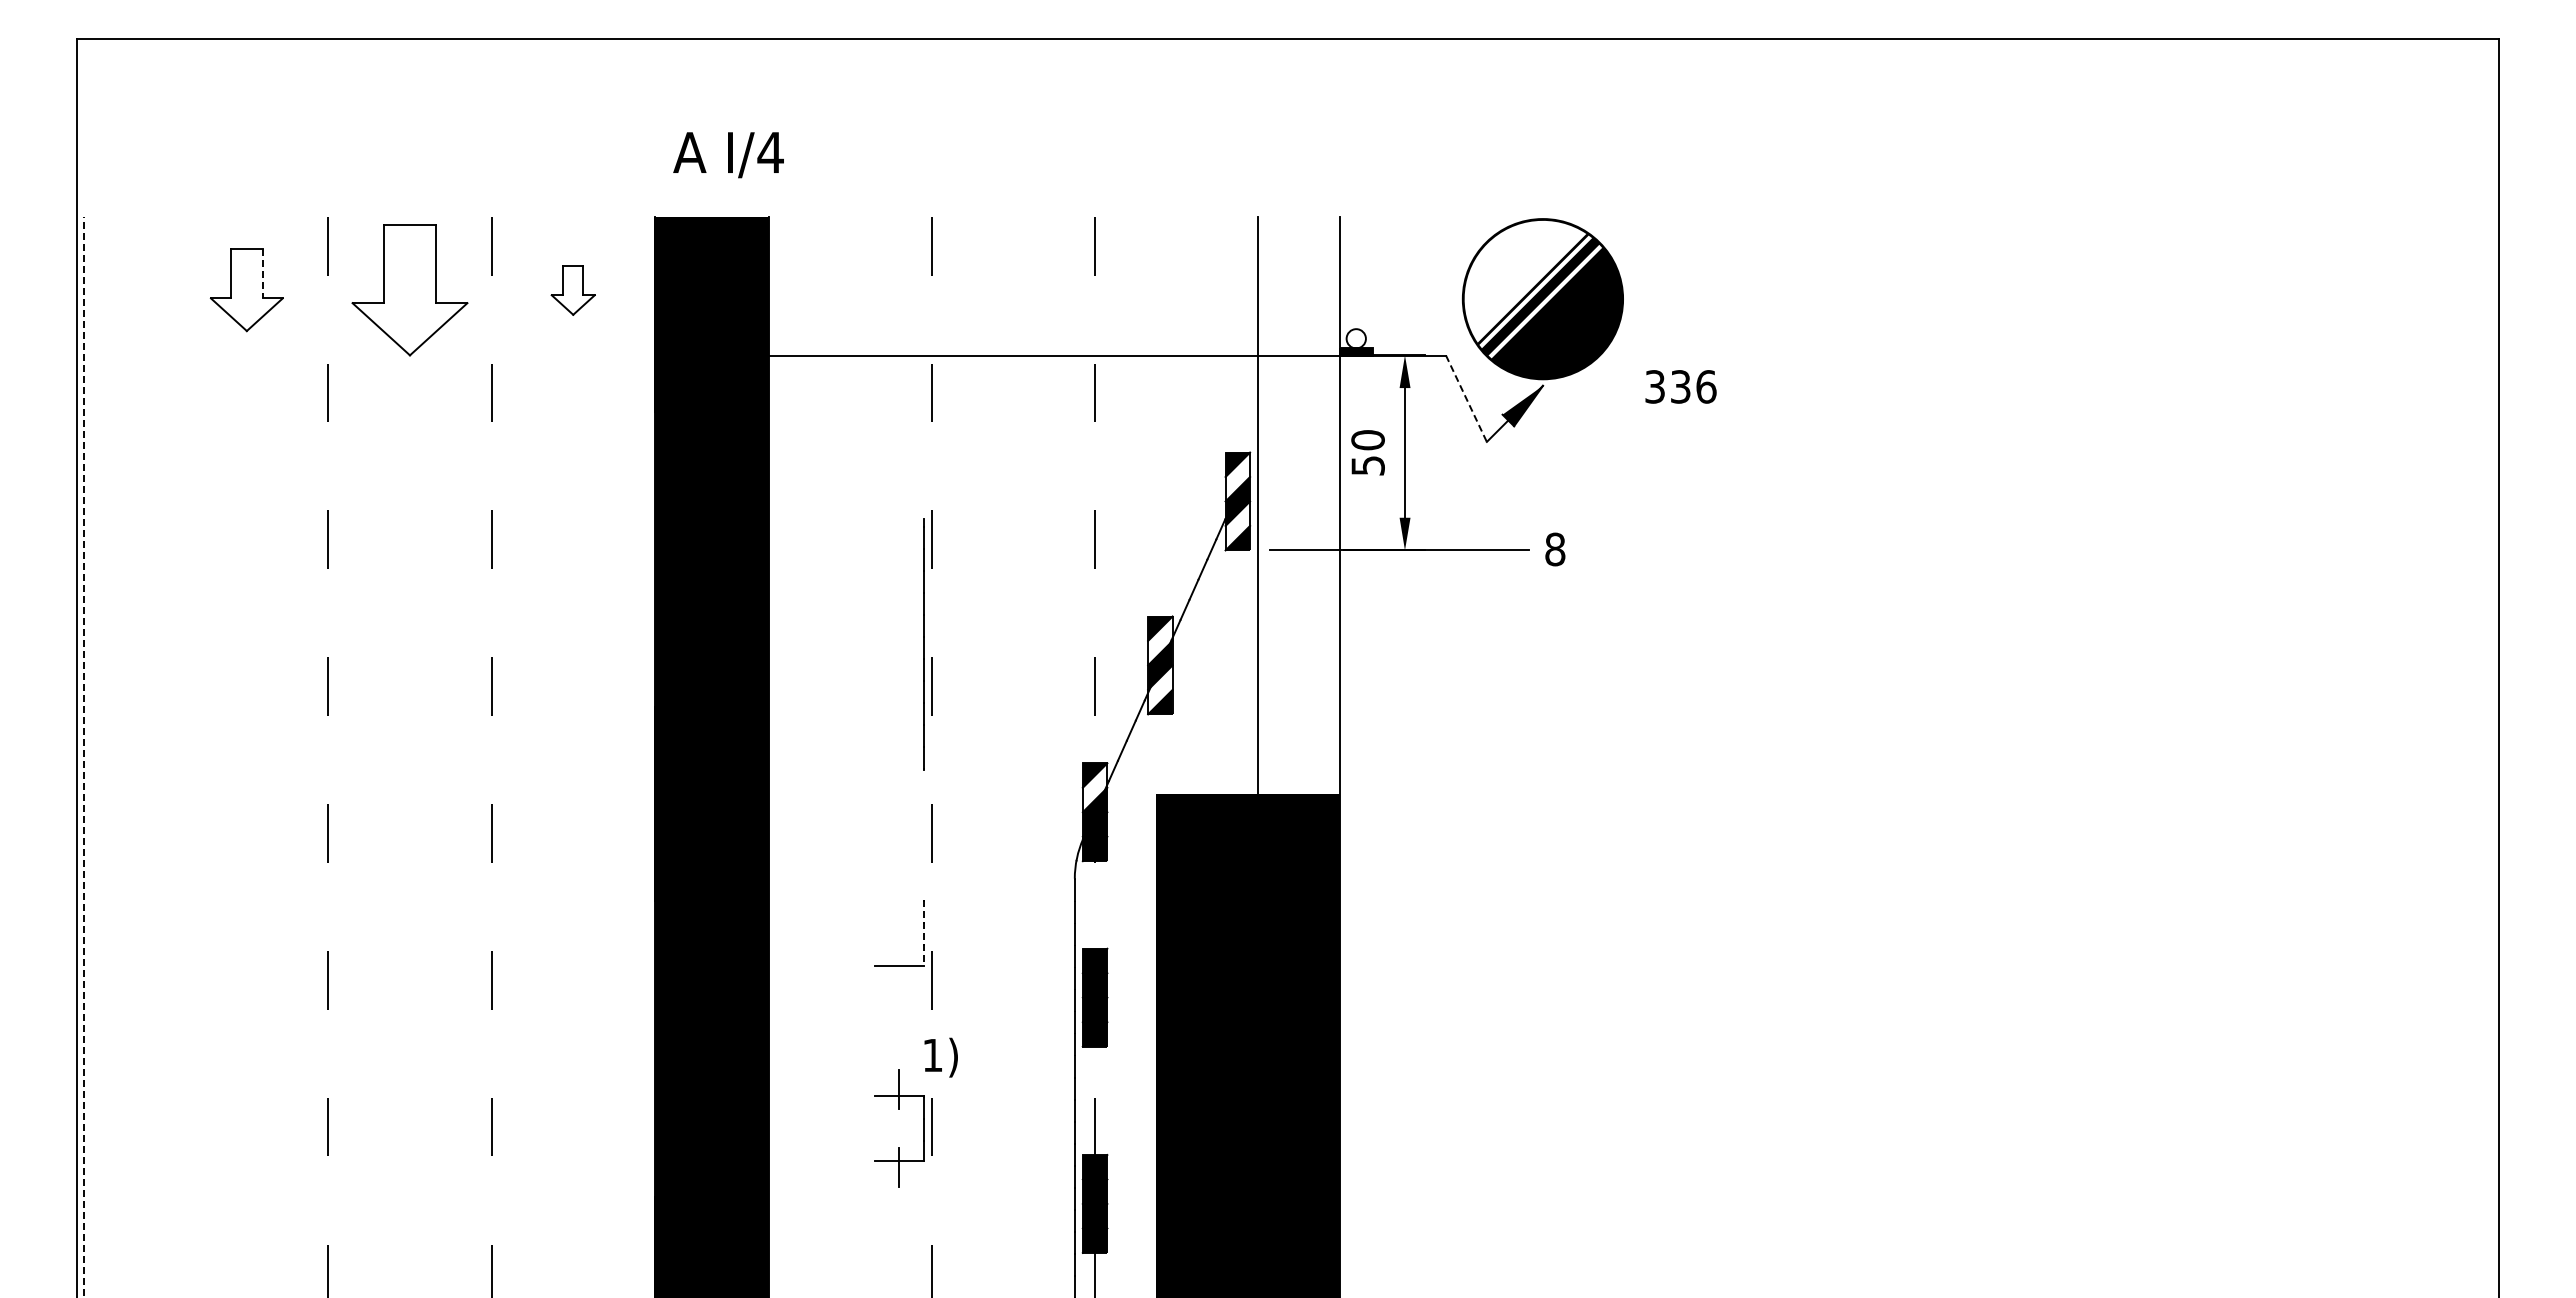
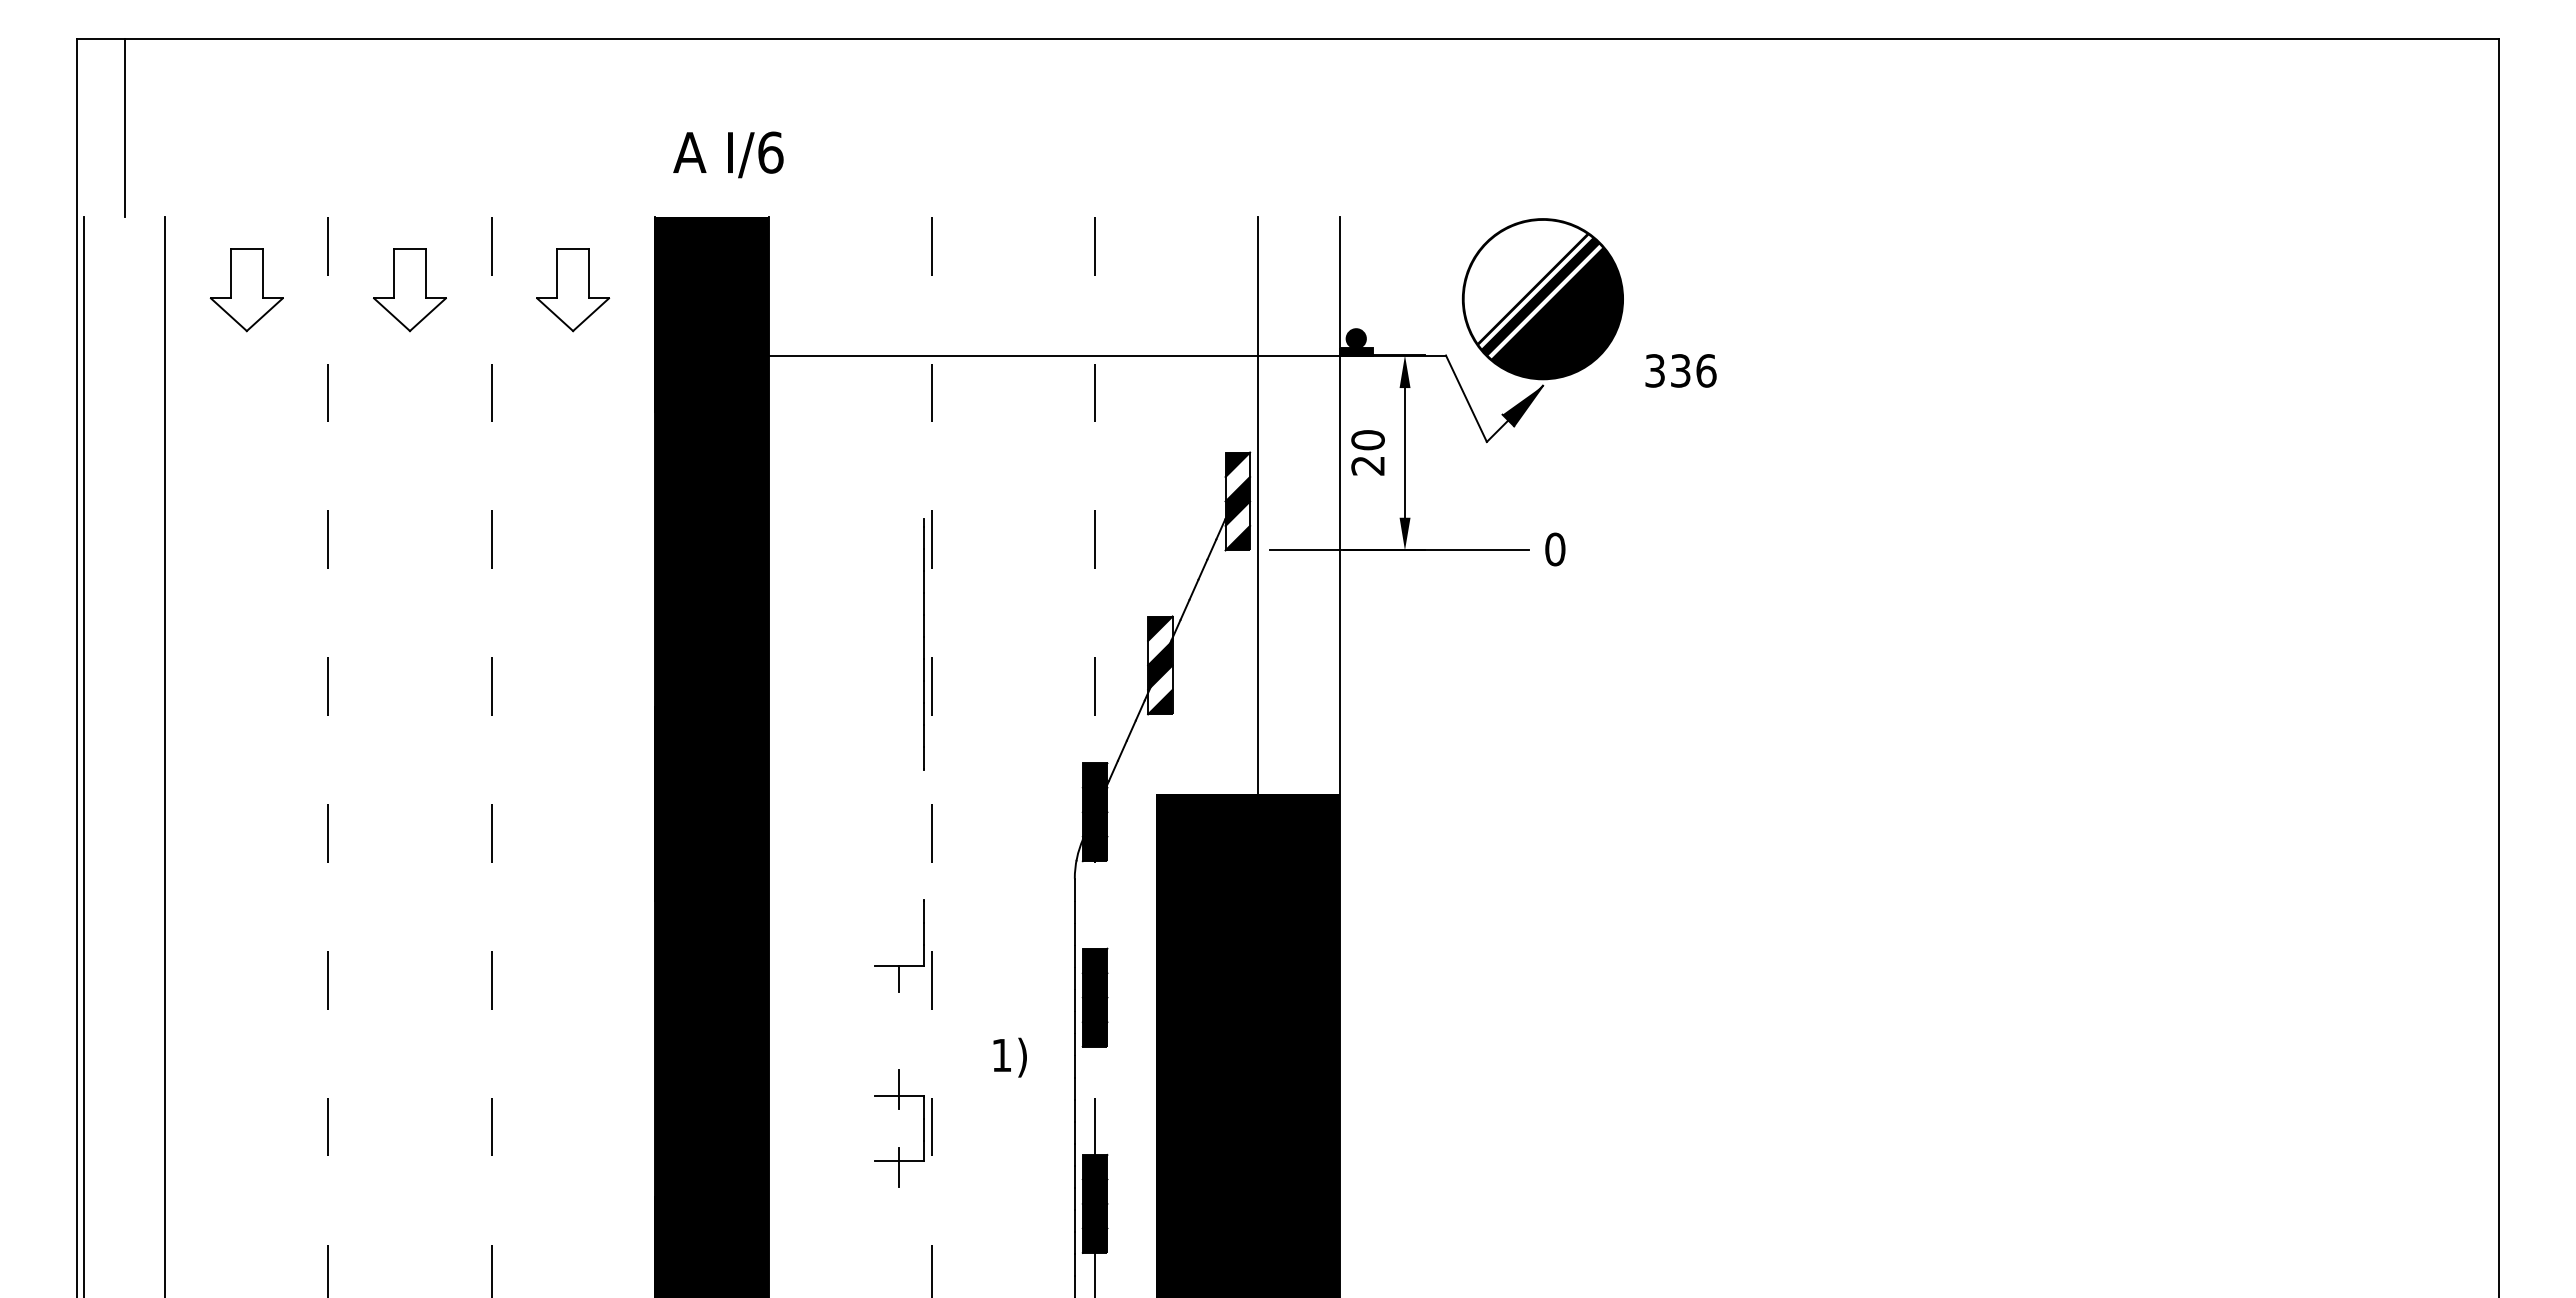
line at (124, 127): none -> present
text at (770, 152): I/4 -> I/6
line at (263, 274): dashed -> solid
part at (409, 290) size: 118x133 px -> 74x85 px
part at (572, 290) size: 46x51 px -> 75x85 px
fill at (1355, 338): none -> present
text at (1680, 386) position: (1680, 386) -> (1680, 370)
line at (1466, 398): dashed -> solid
text at (1367, 465): 50 -> 20
text at (1555, 549): 8 -> 0
line at (165, 755): none -> present
line at (83, 756): dashed -> solid
fill at (1094, 787): none -> present
line at (923, 932): dashed -> solid
line at (899, 978): none -> present
text at (940, 1057) position: (940, 1057) -> (1009, 1057)
